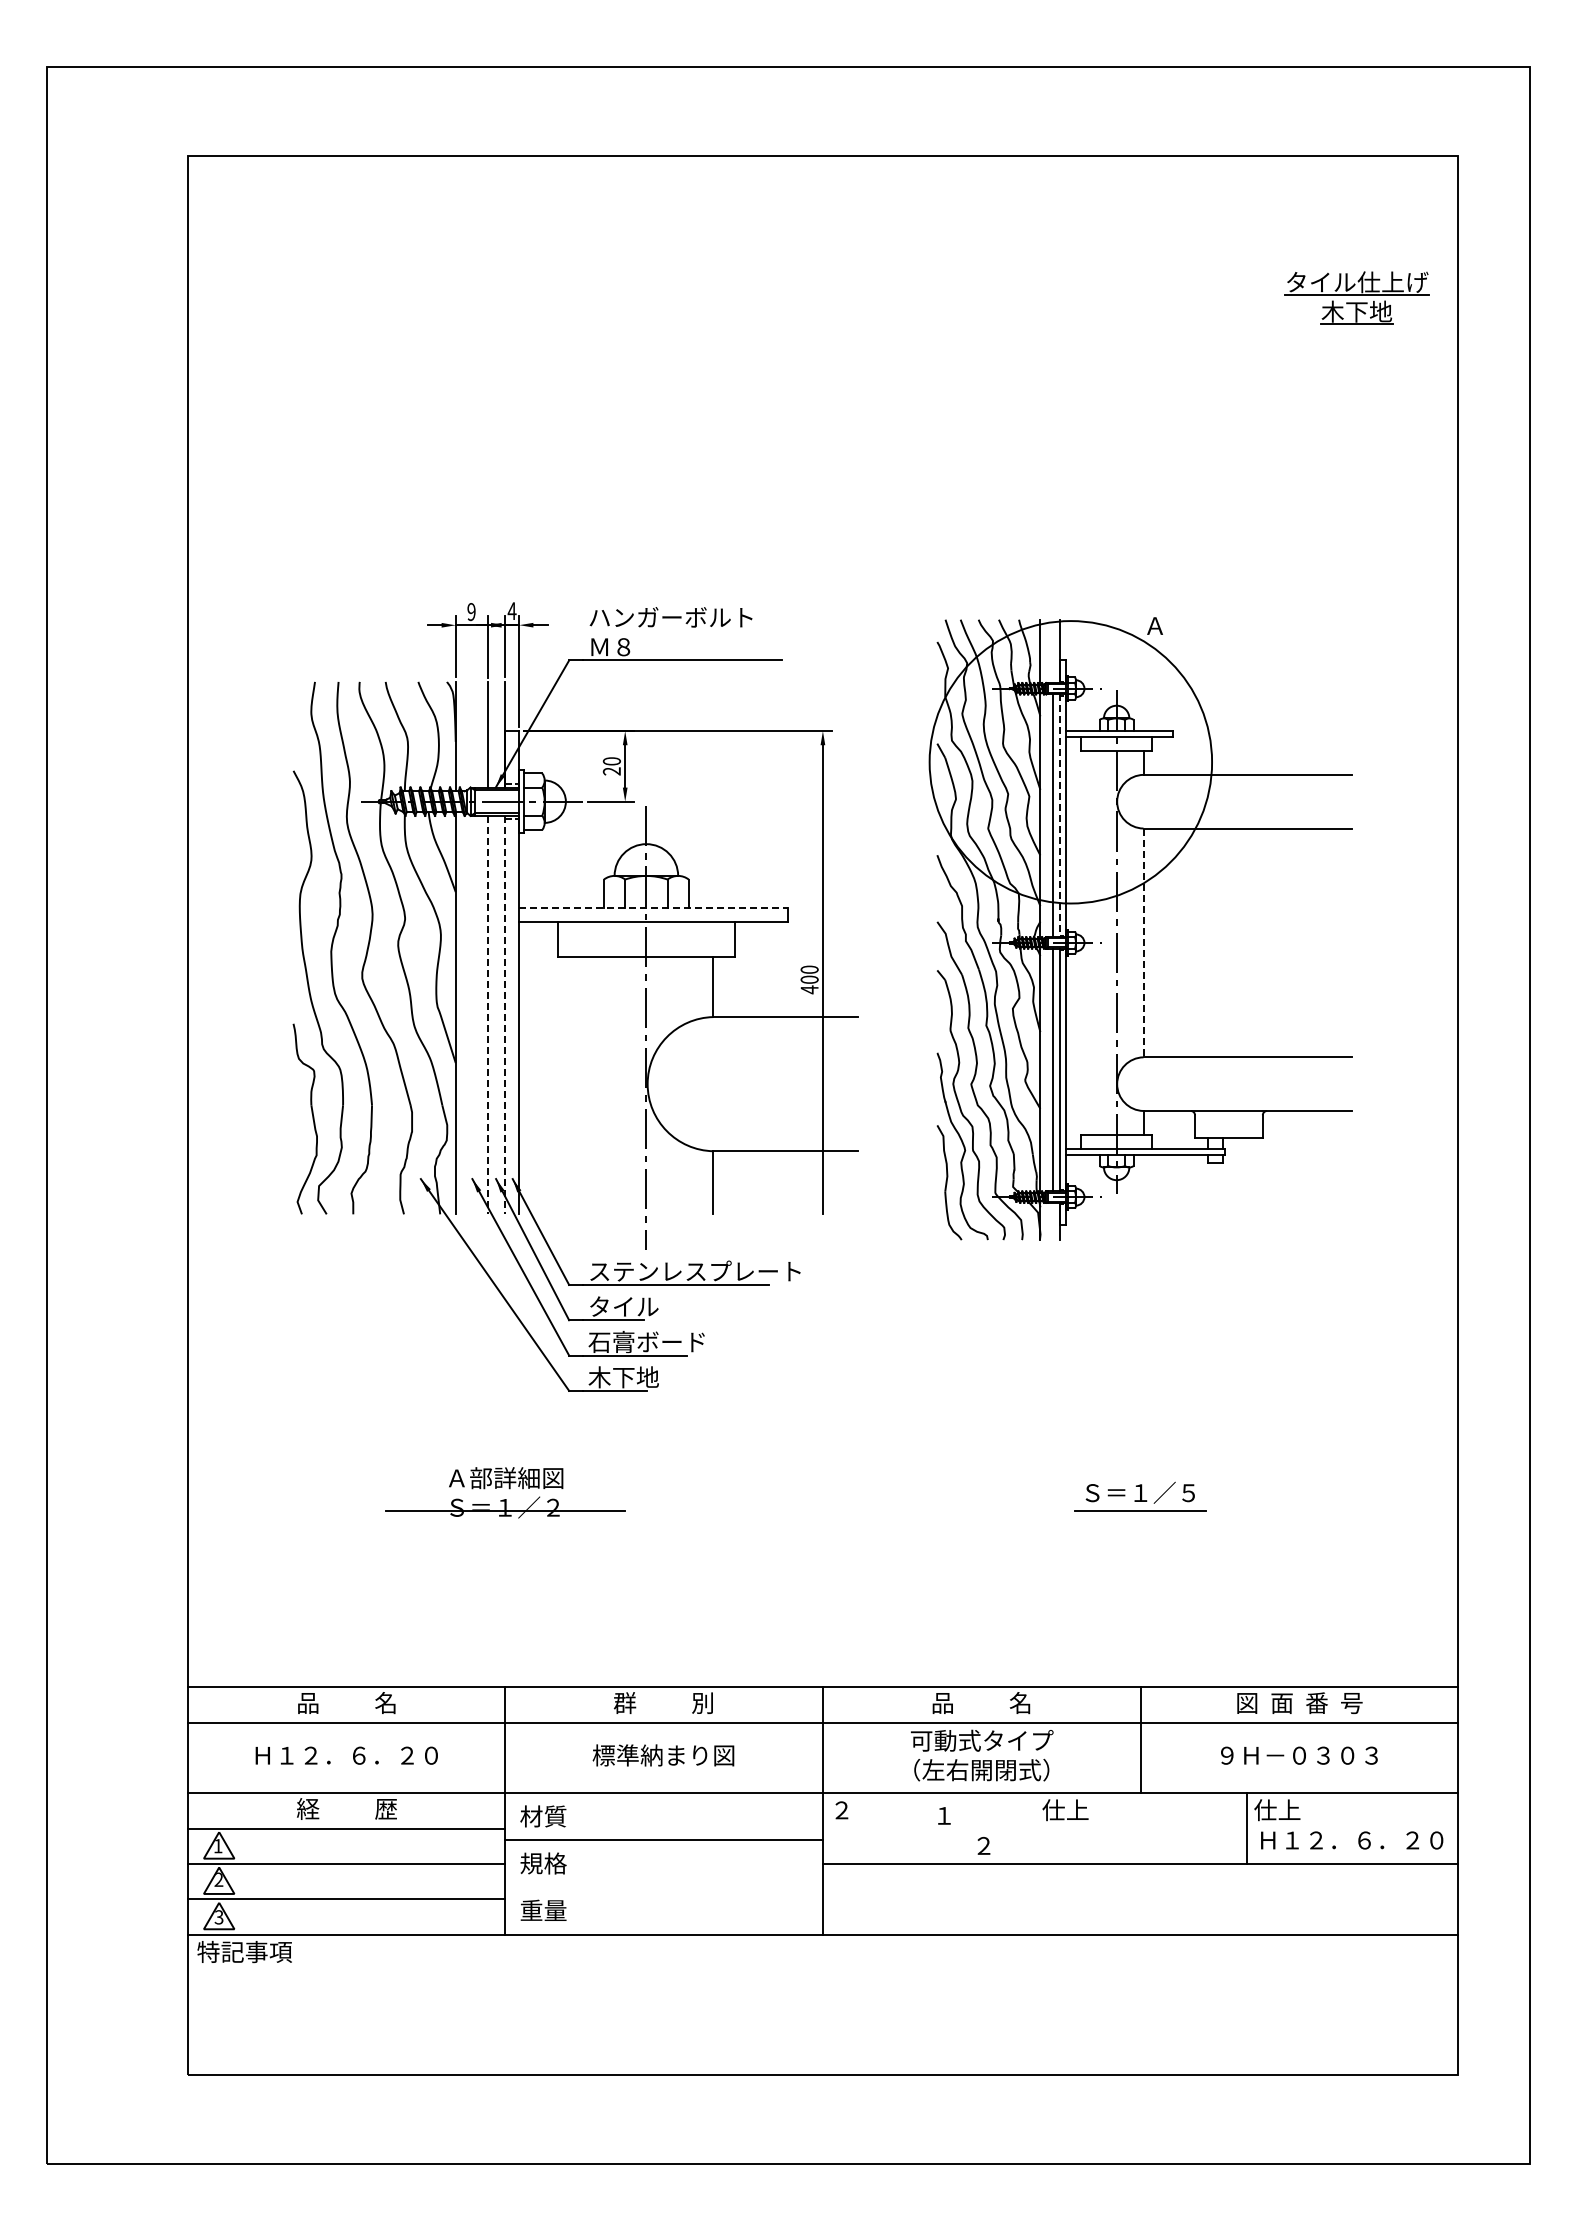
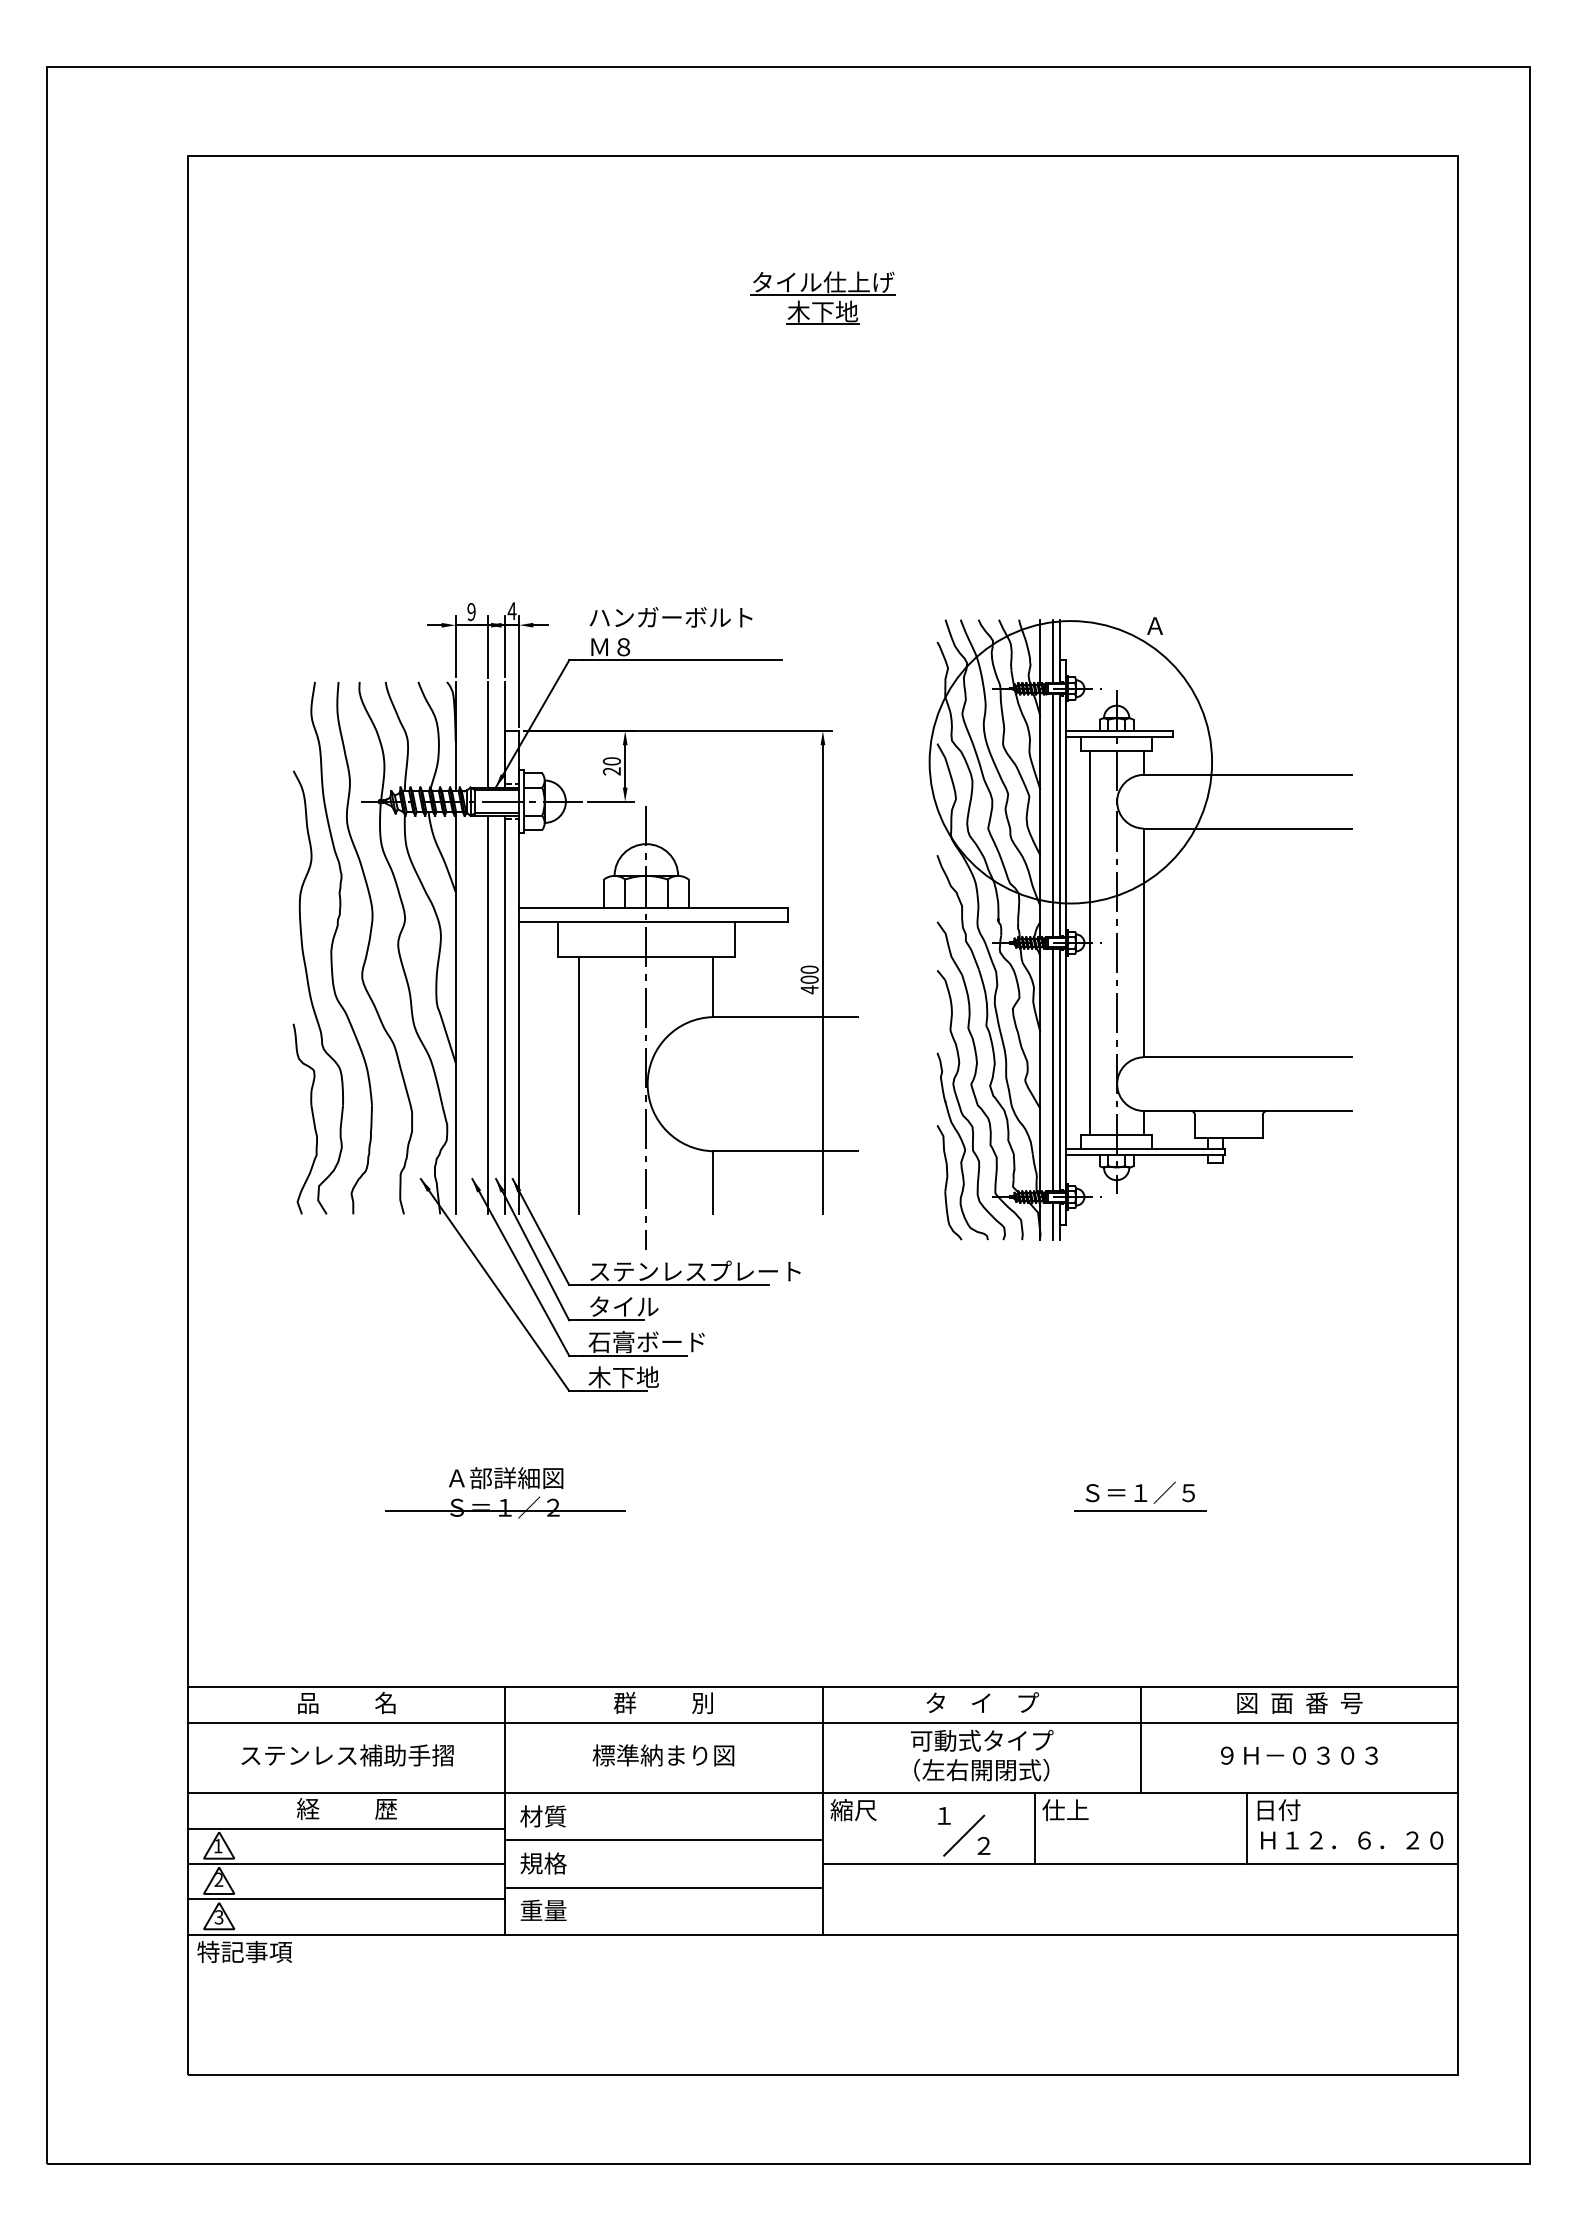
part at (1356, 297) position: (1356, 297) -> (822, 297)
line at (1053, 651): none -> present
line at (1060, 816): dashed -> solid
line at (653, 907): dashed -> solid
line at (1089, 942): none -> present
line at (1143, 943): dashed -> solid
line at (487, 1015): dashed -> solid
line at (505, 1015): dashed -> solid
line at (579, 1085): none -> present
line at (1053, 1221): none -> present
text at (982, 1703): 品          名 -> タ    イ    プ
text at (347, 1755): Ｈ１２．６．２０ -> ステンレス補助手摺
text at (853, 1810): ２ -> 縮尺
text at (1277, 1810): 仕上 -> 日付
line at (1034, 1828): none -> present
line at (964, 1835): none -> present
line at (663, 1887): none -> present
